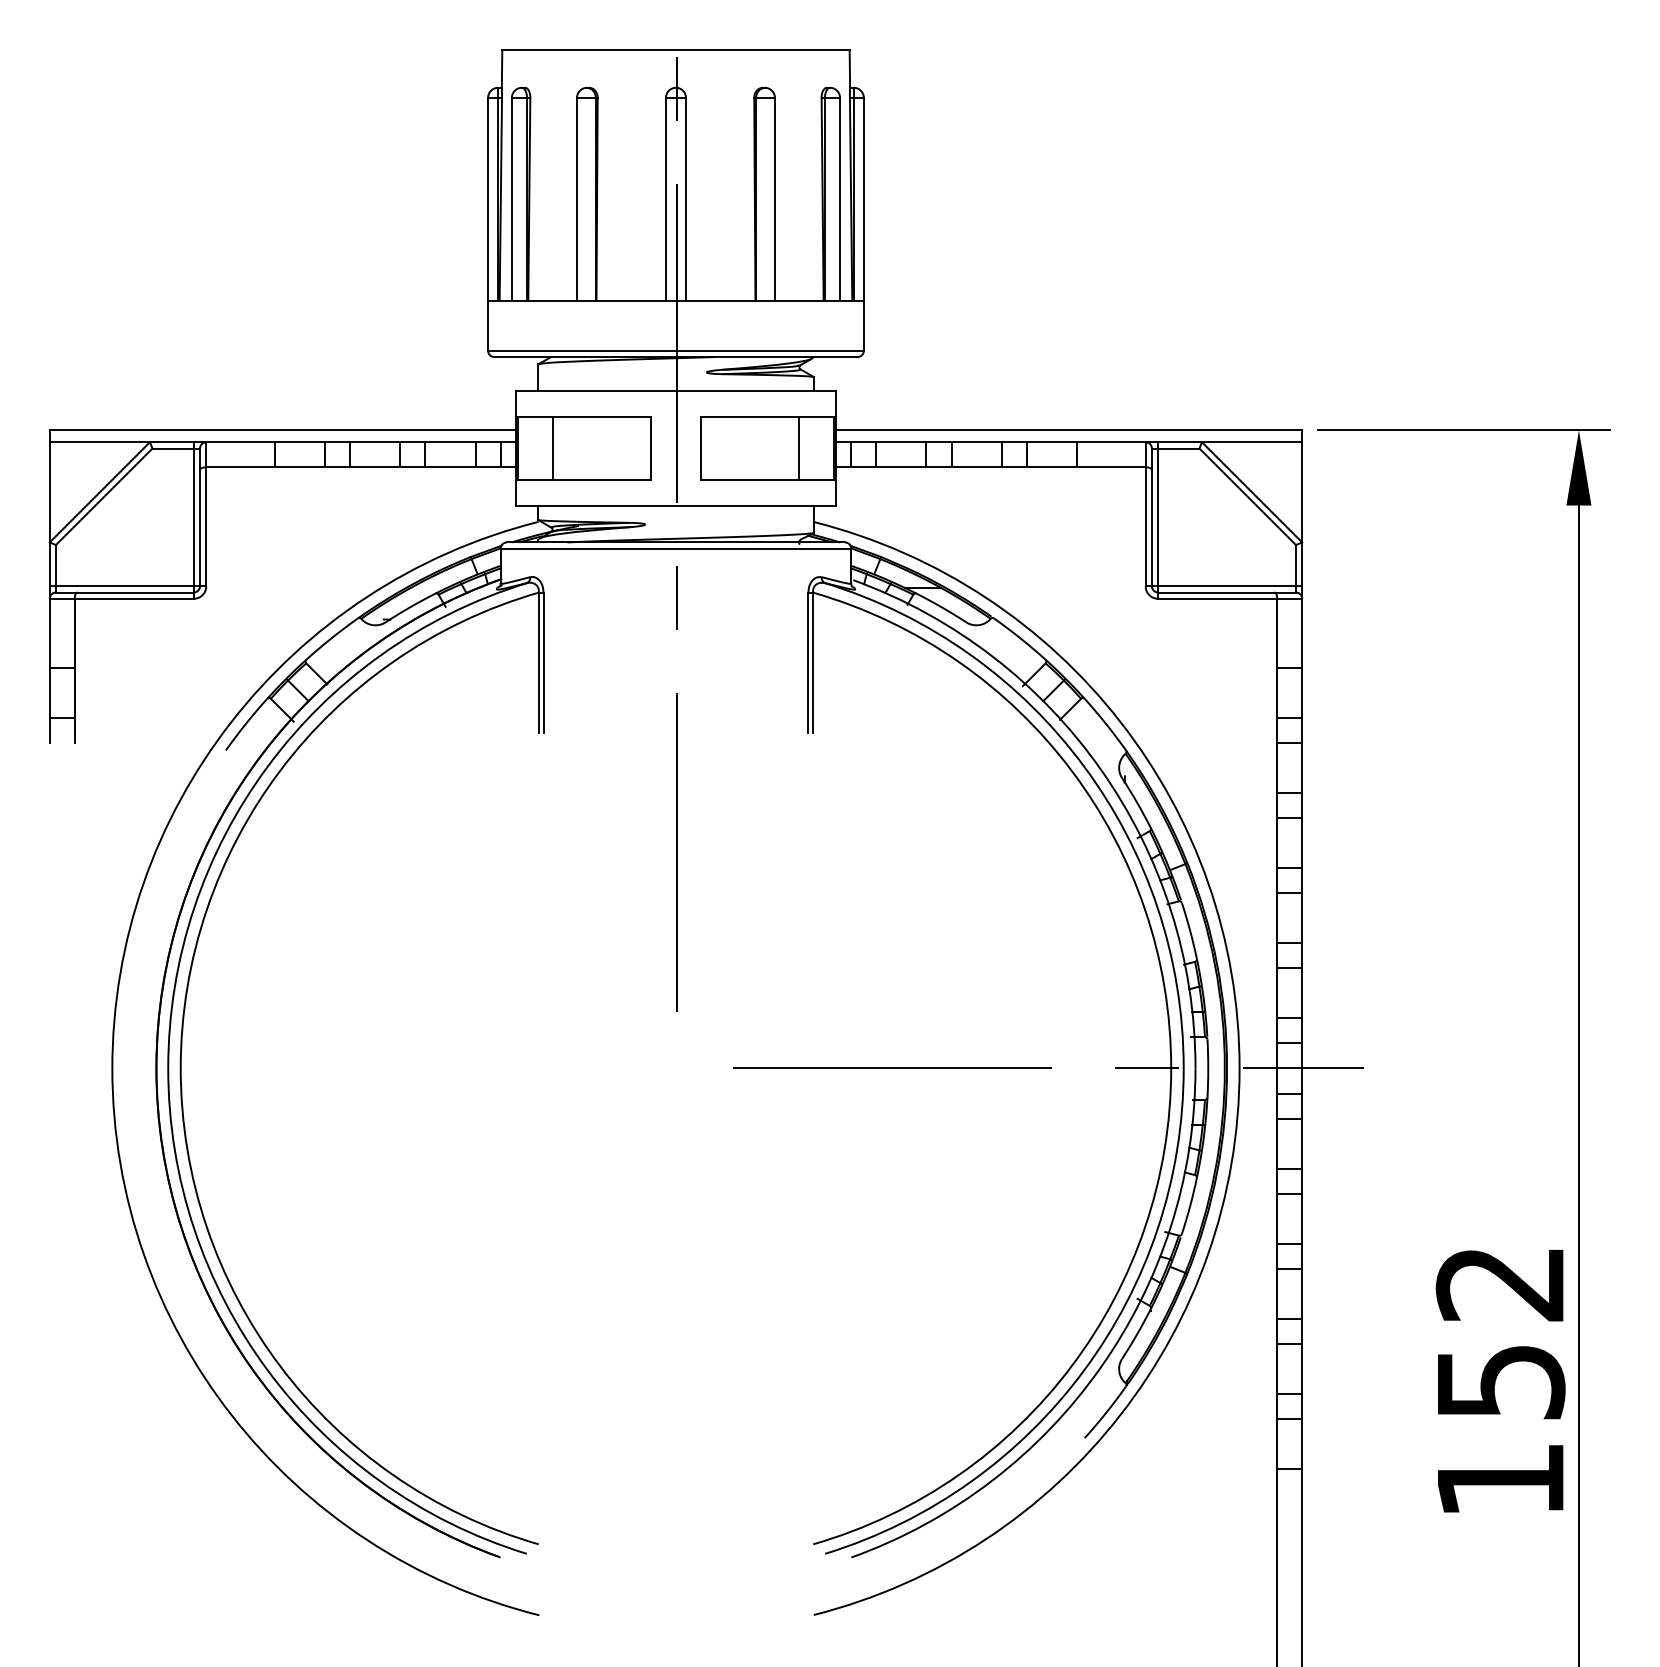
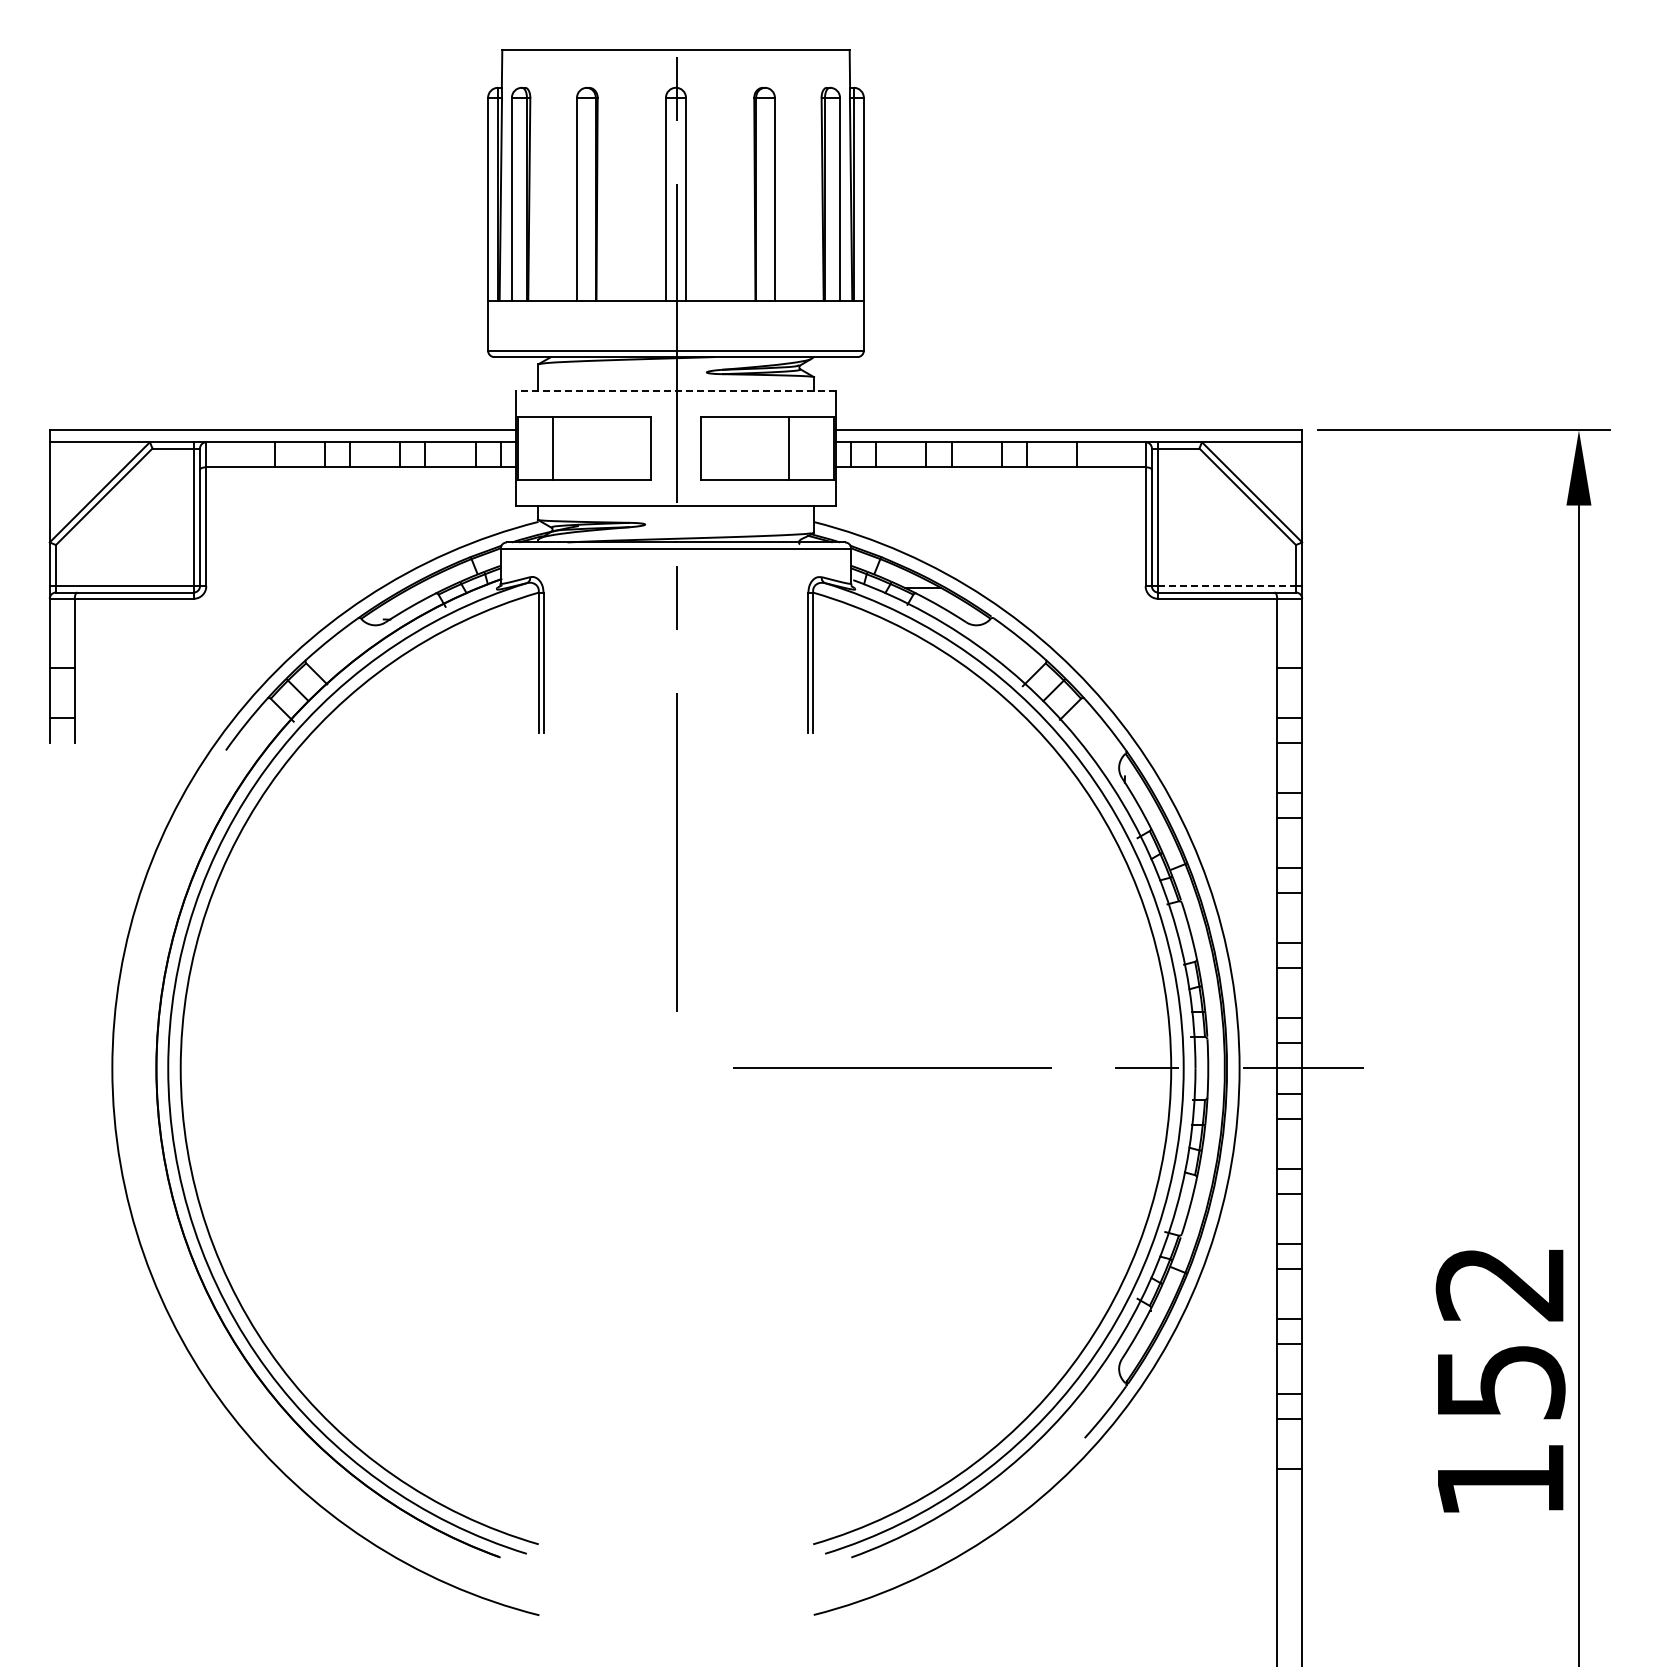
line at (675, 390): solid -> dashed
line at (798, 448) position: (798, 448) -> (788, 448)
line at (1227, 586): solid -> dashed
